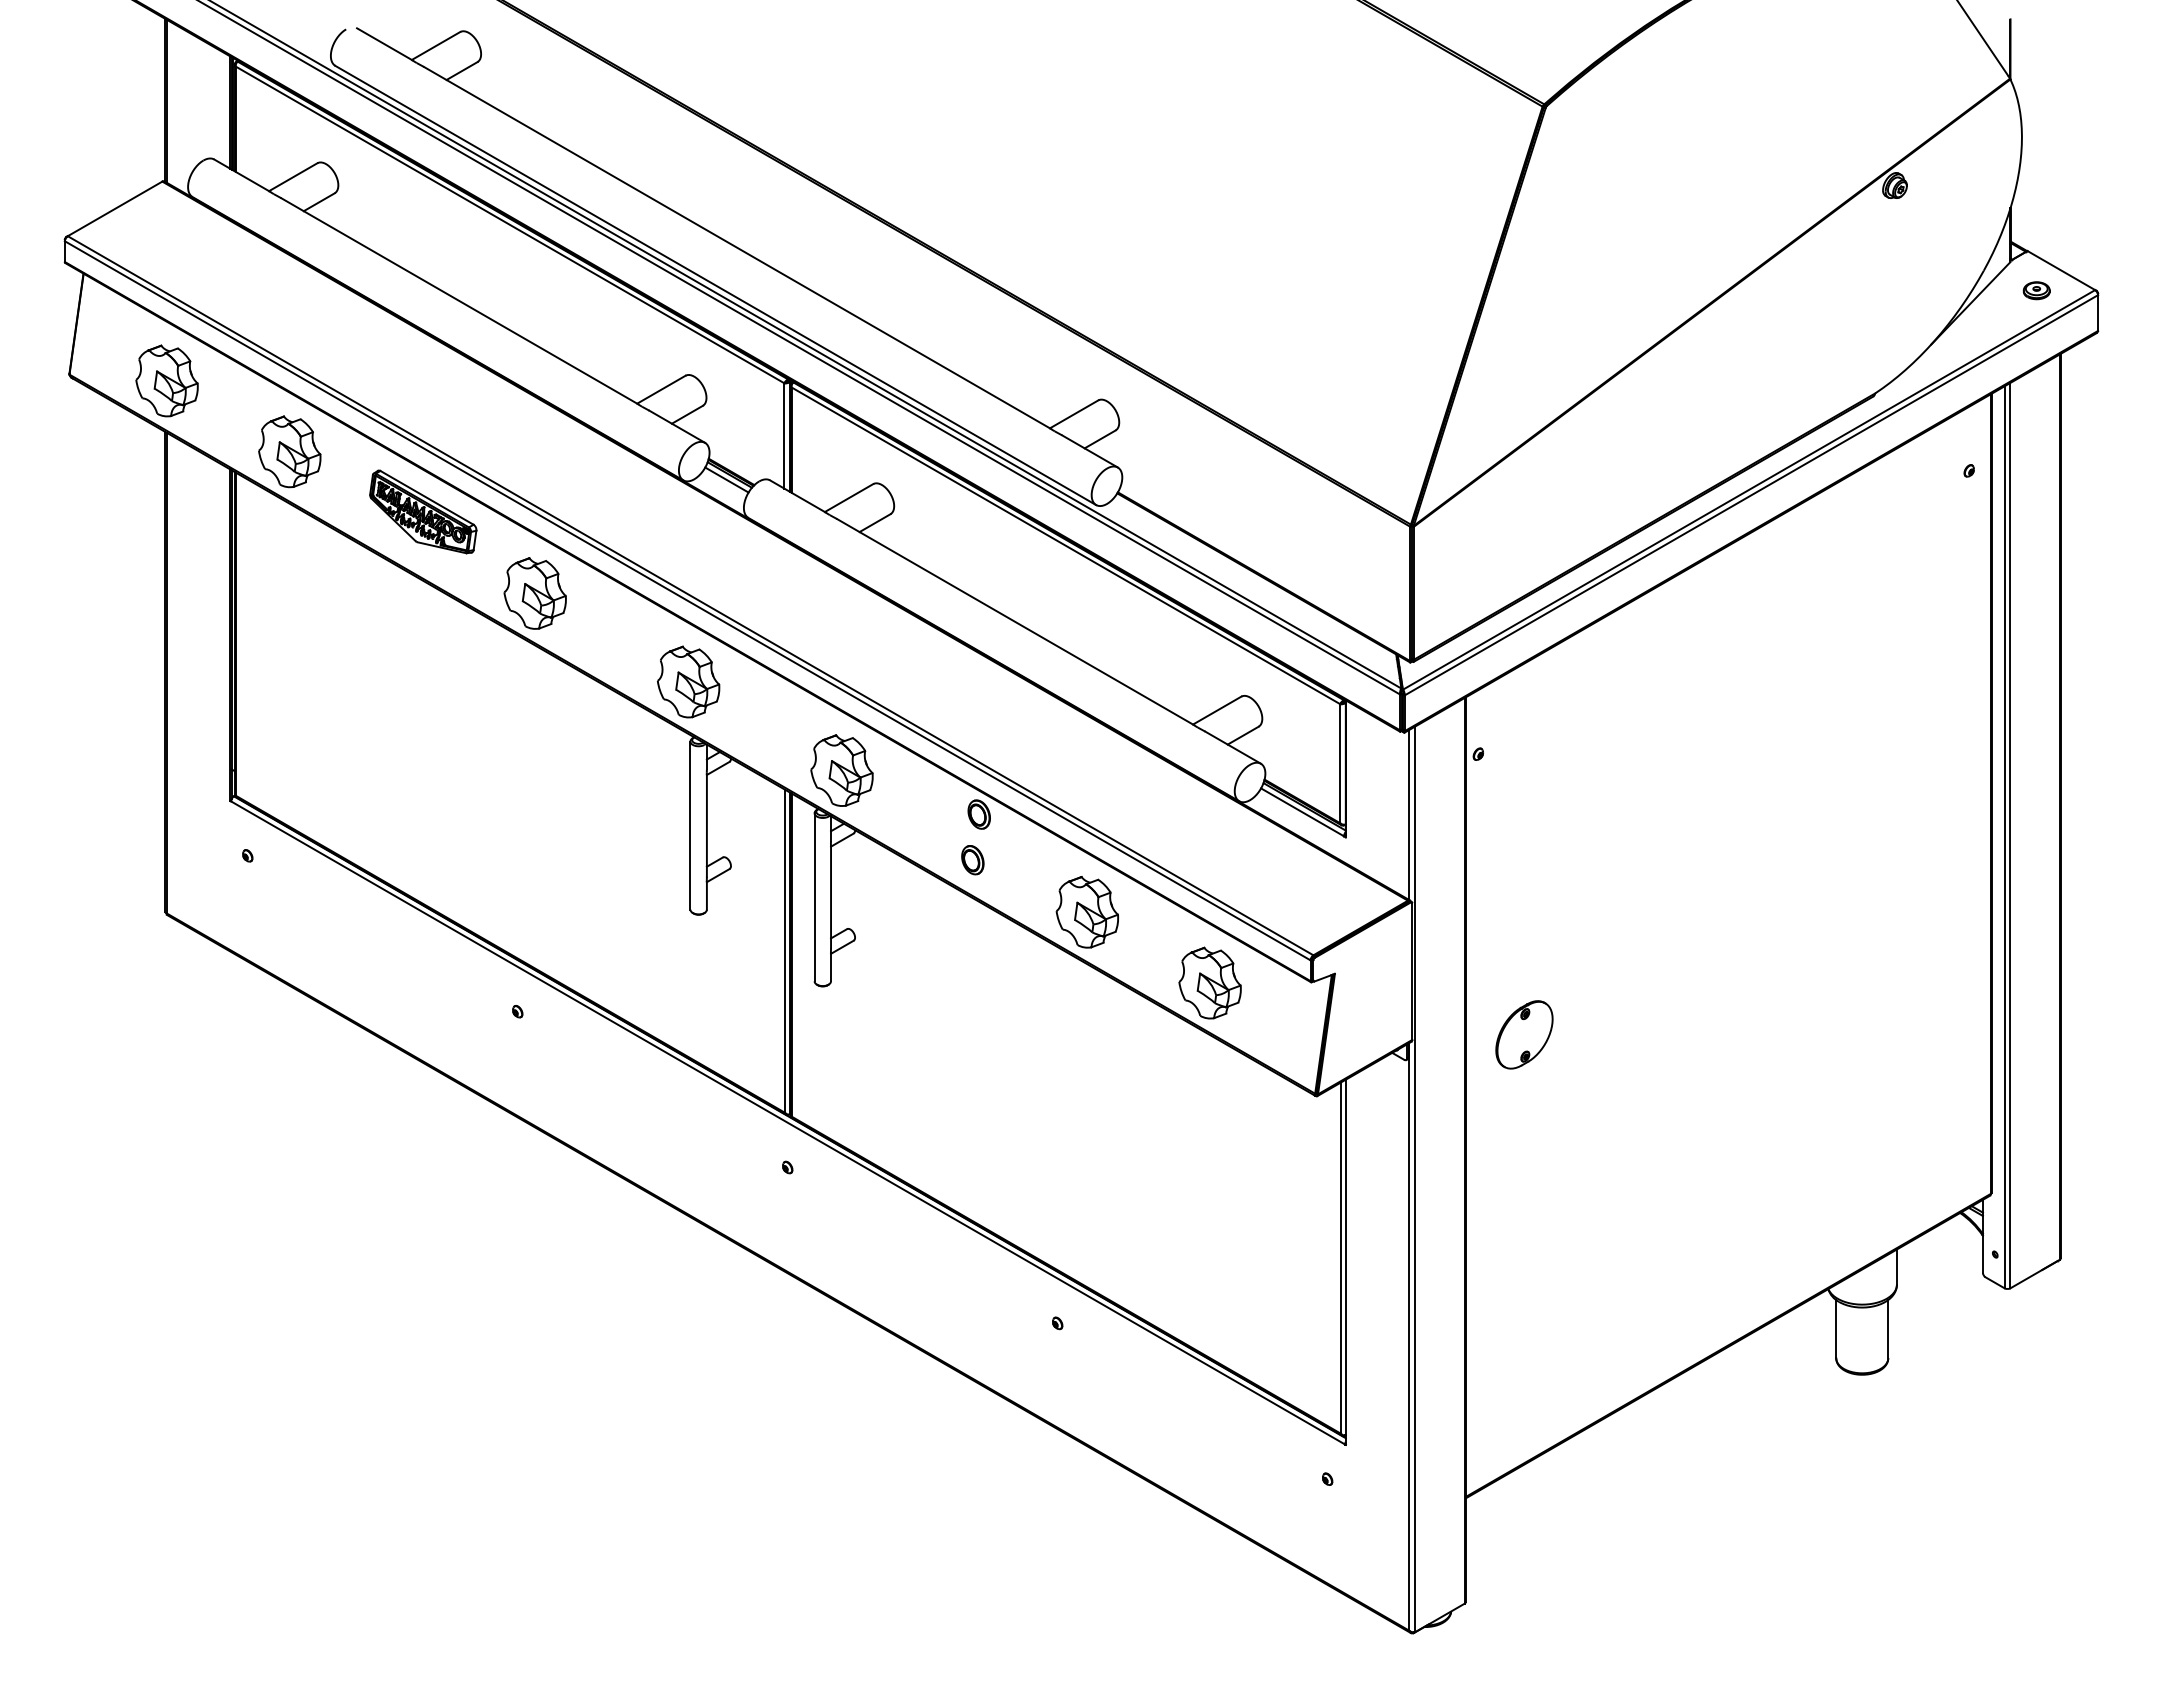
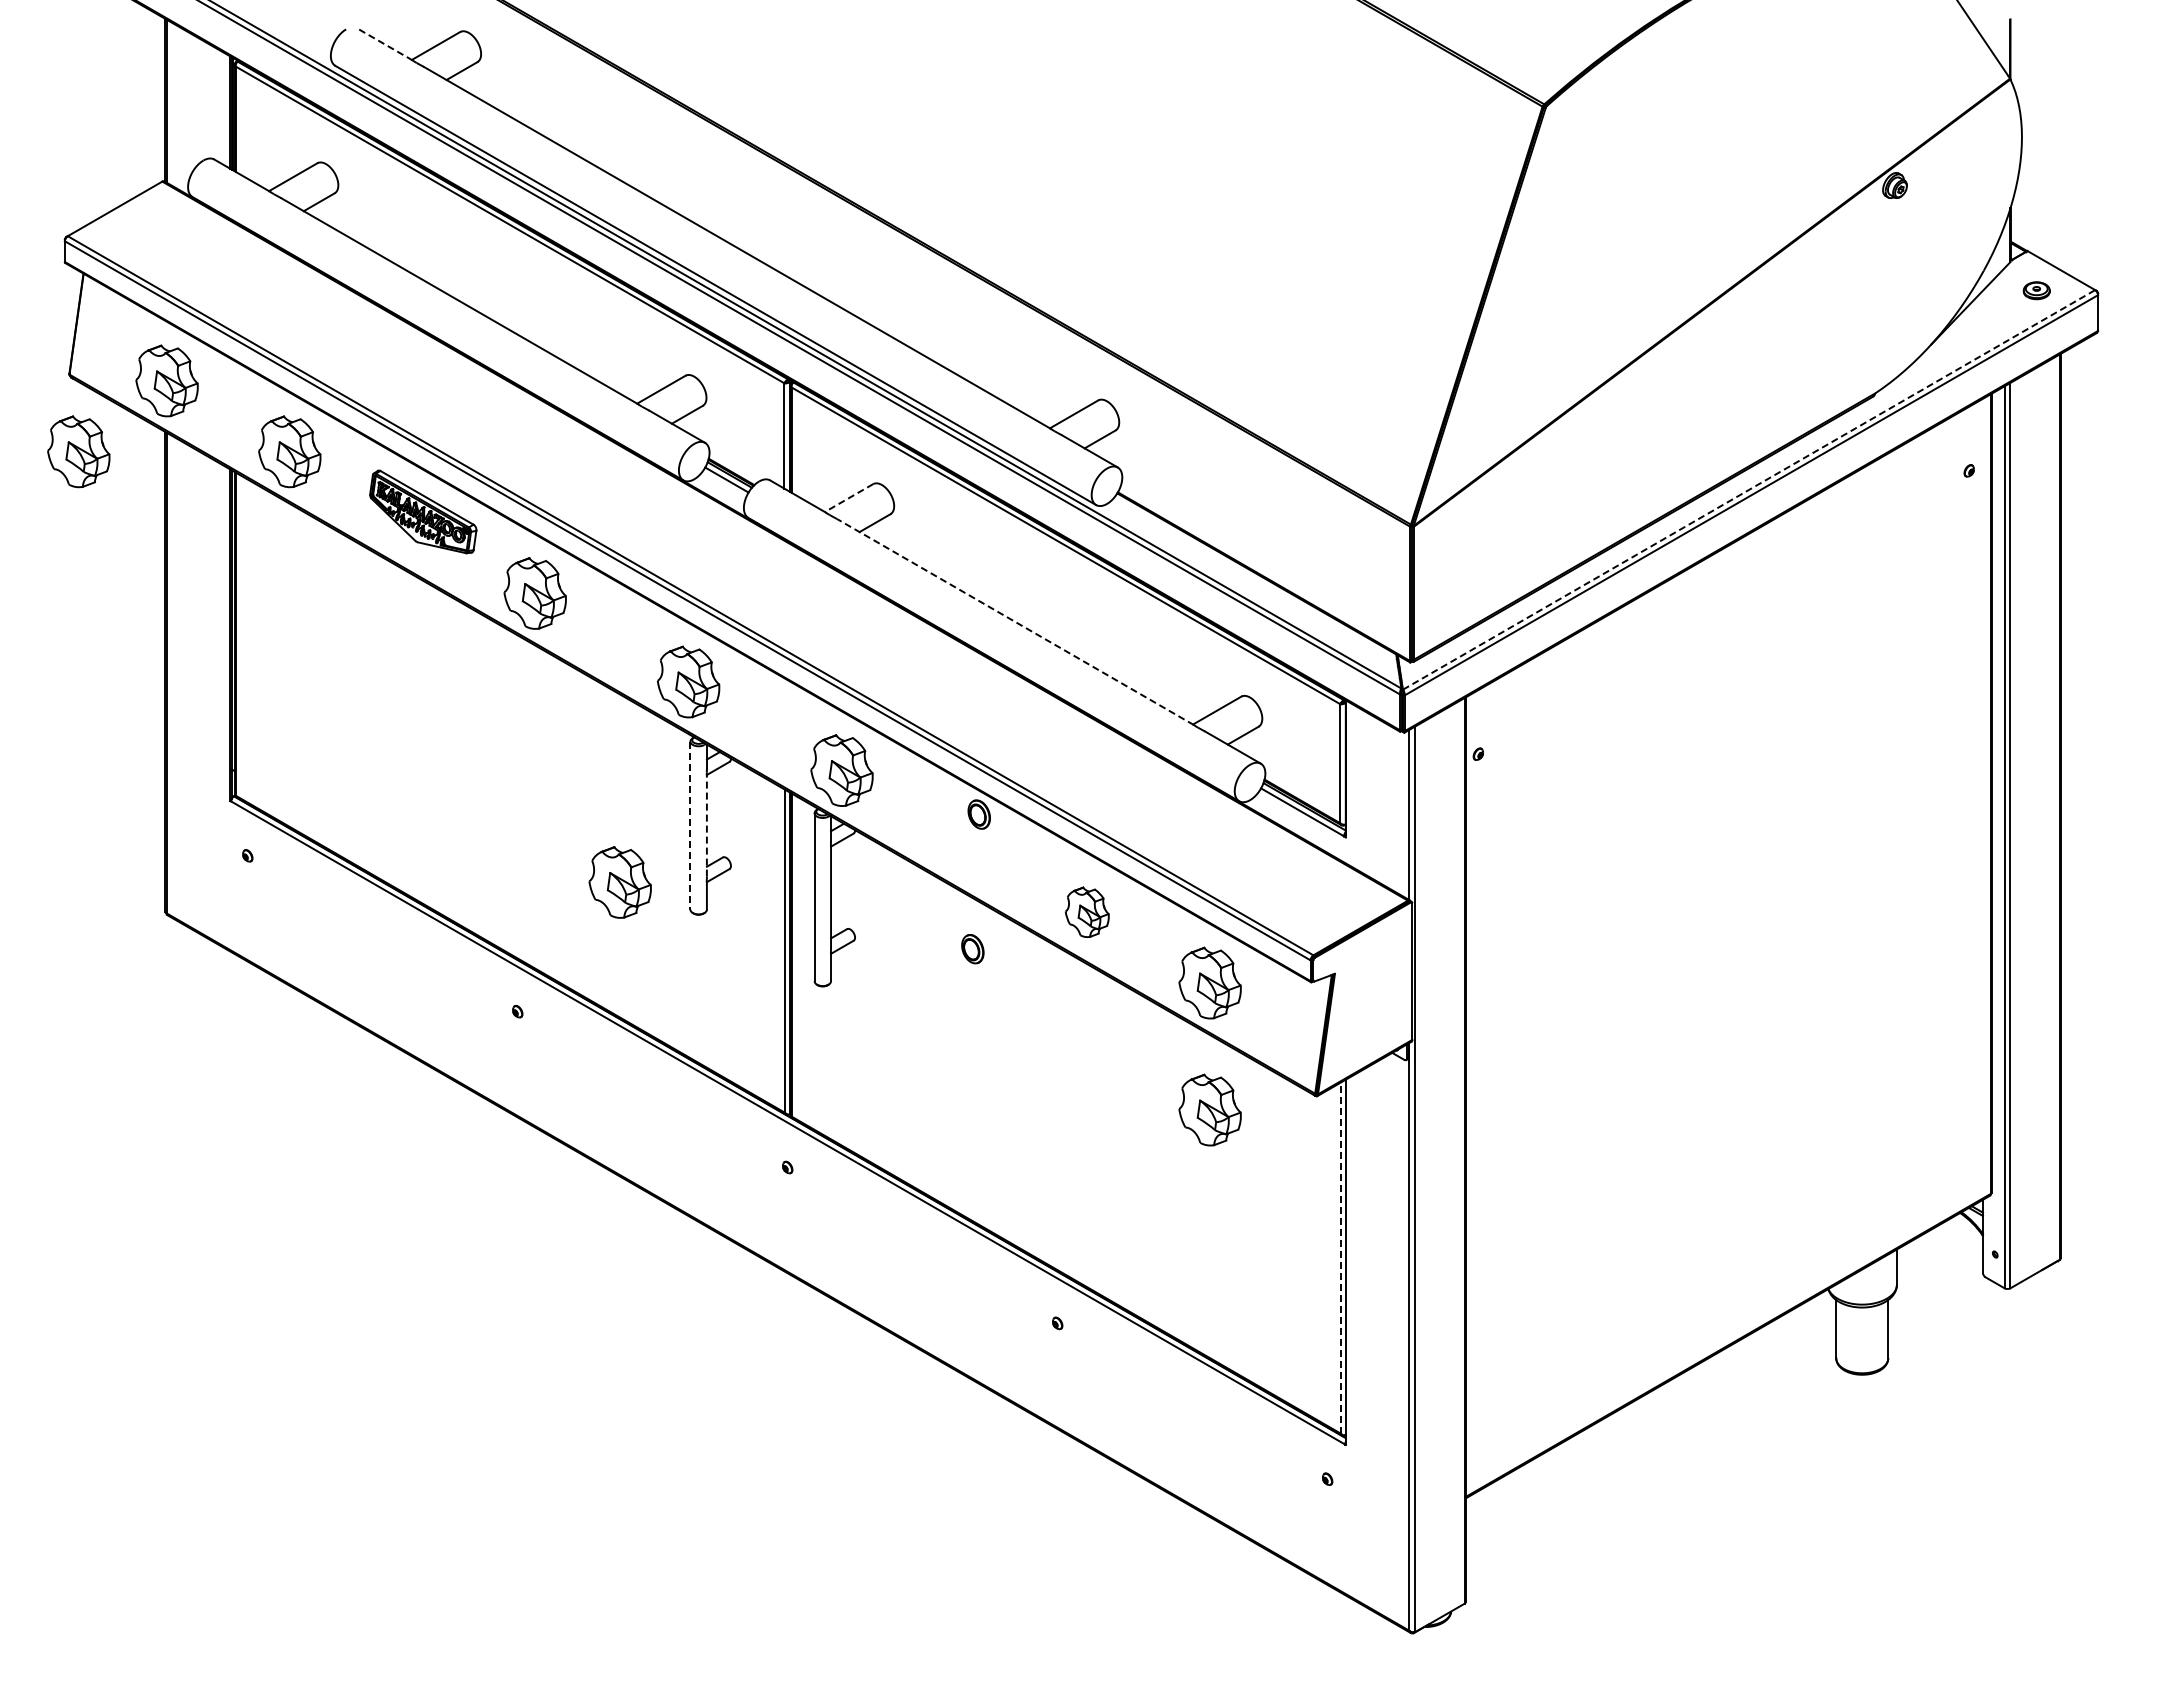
line at (384, 44): solid -> dashed
part at (78, 451): none -> present
line at (1749, 489): solid -> dashed
line at (849, 498): solid -> dashed
line at (1015, 621): solid -> dashed
line at (706, 825): solid -> dashed
line at (690, 826): solid -> dashed
part at (972, 860) position: (972, 860) -> (972, 949)
part at (619, 882): none -> present
part at (1086, 912) size: 64x73 px -> 45x52 px
part at (1524, 1034): present -> none
part at (1209, 1109): none -> present
line at (1340, 1258): solid -> dashed
